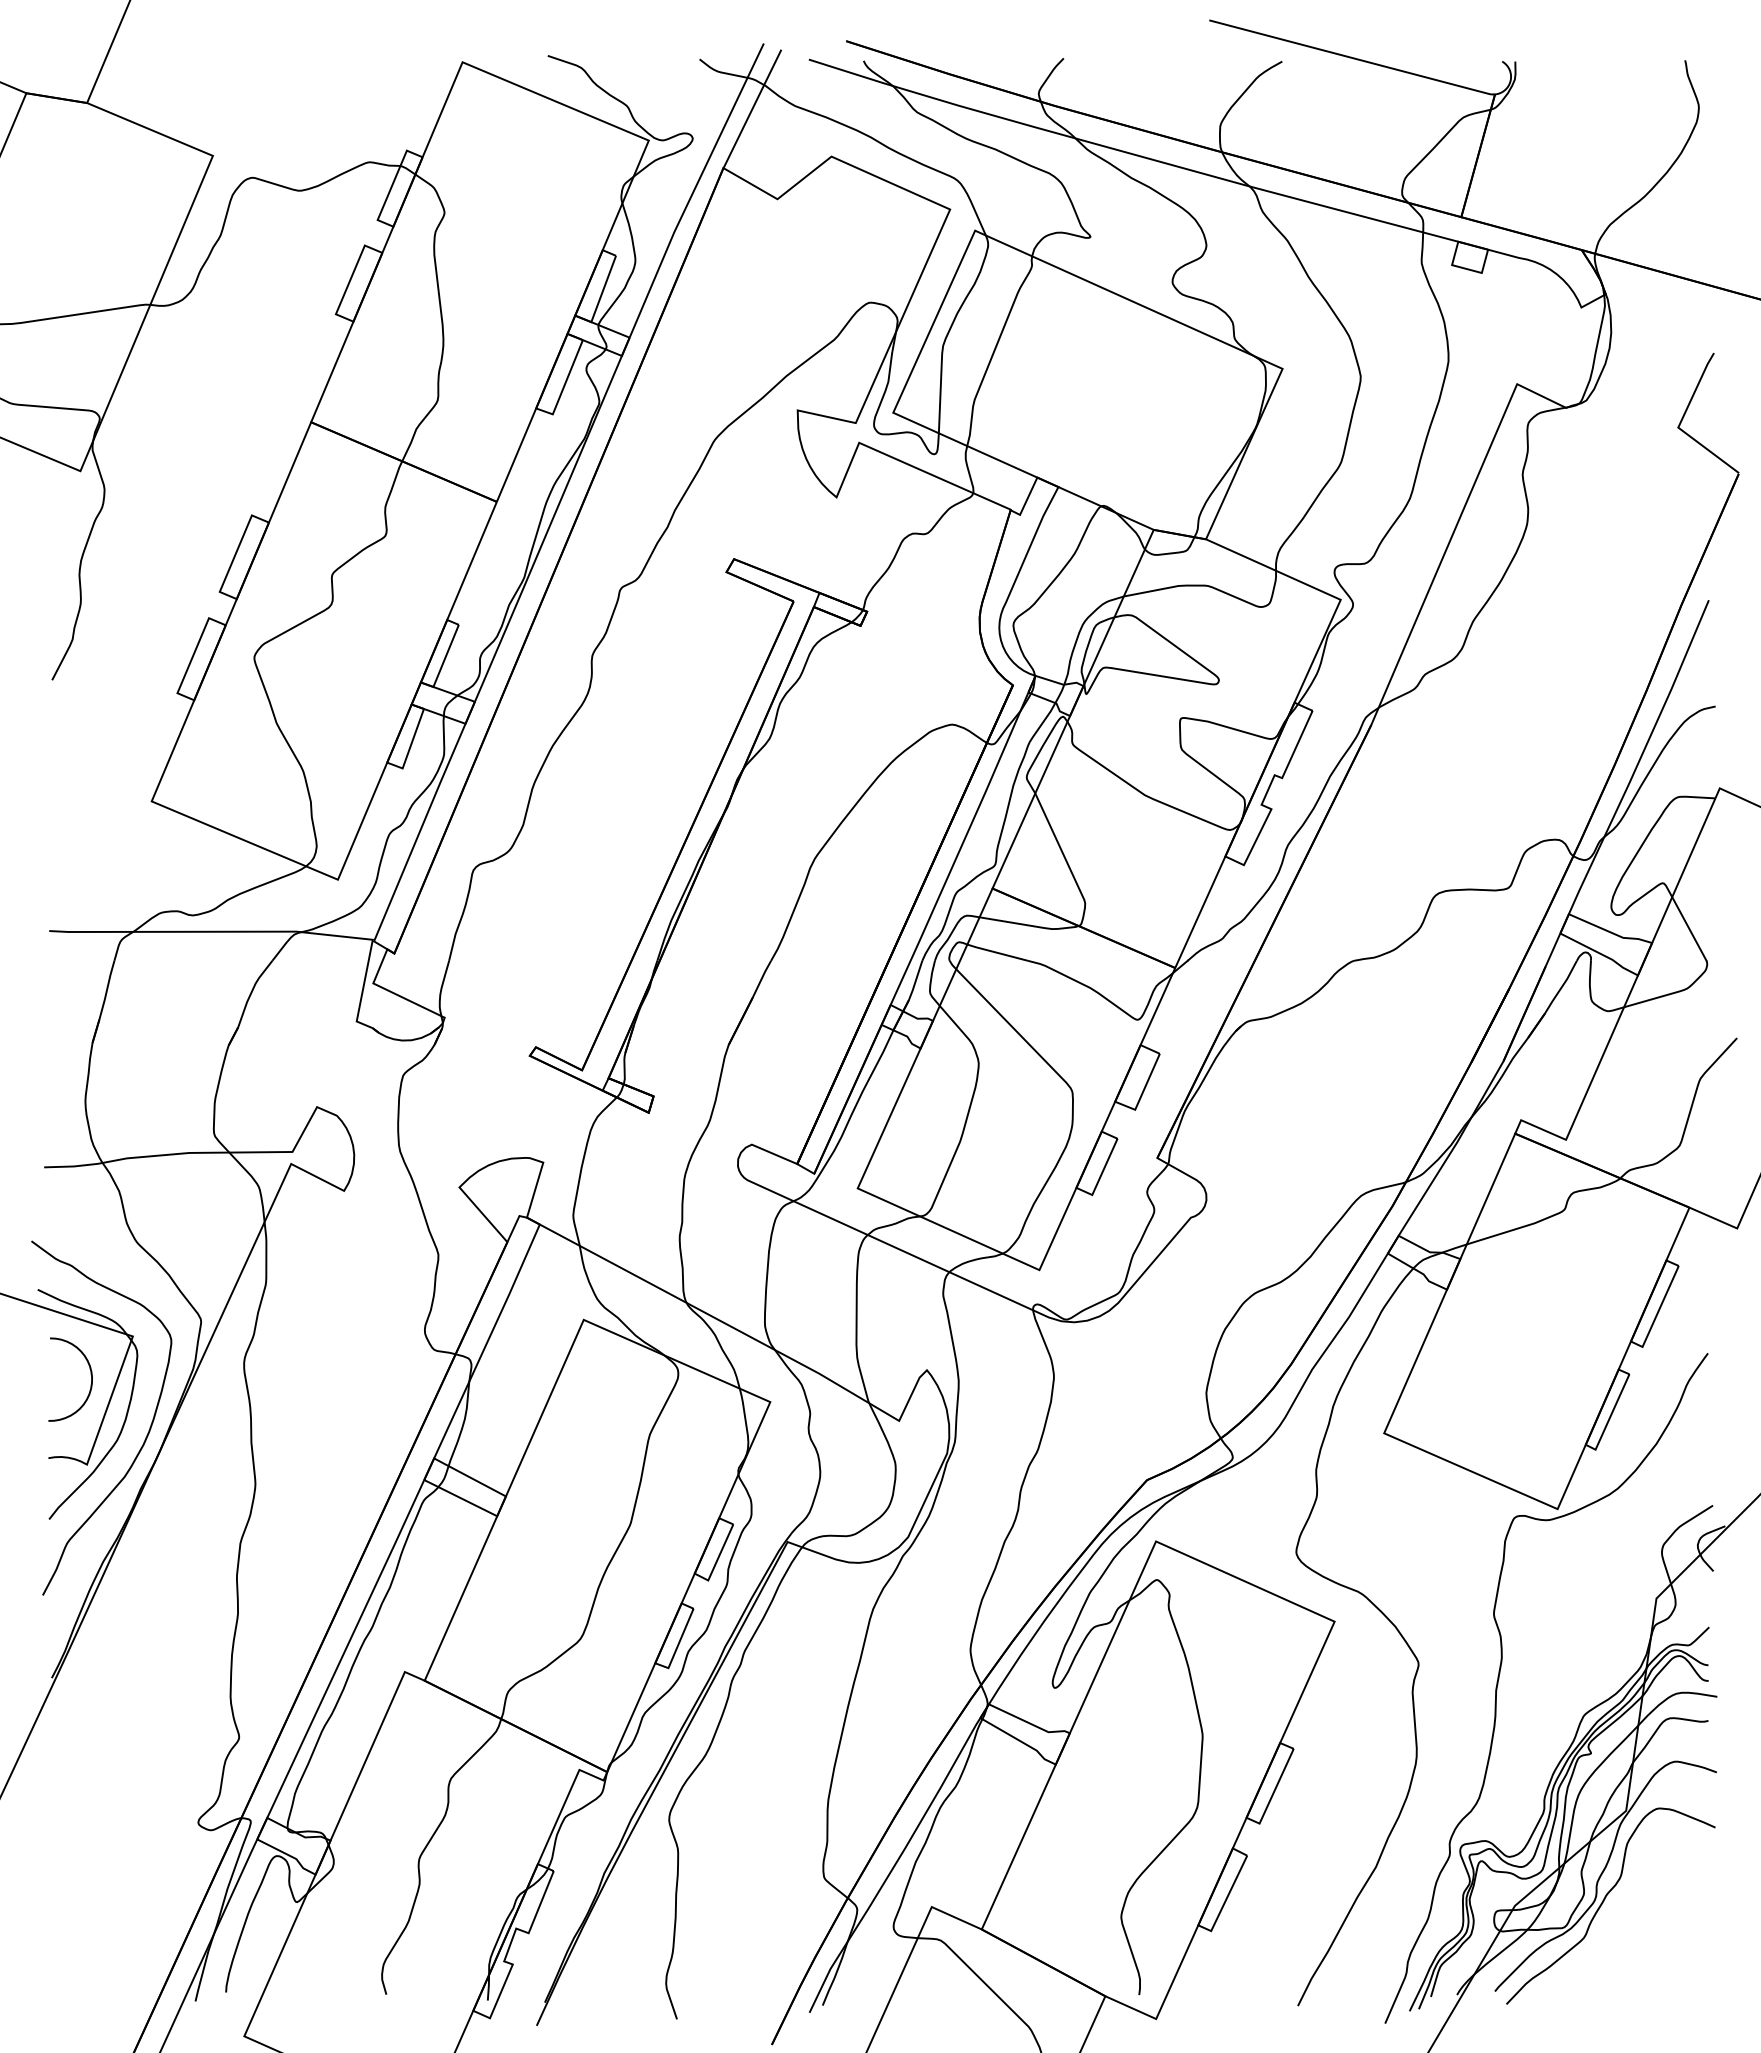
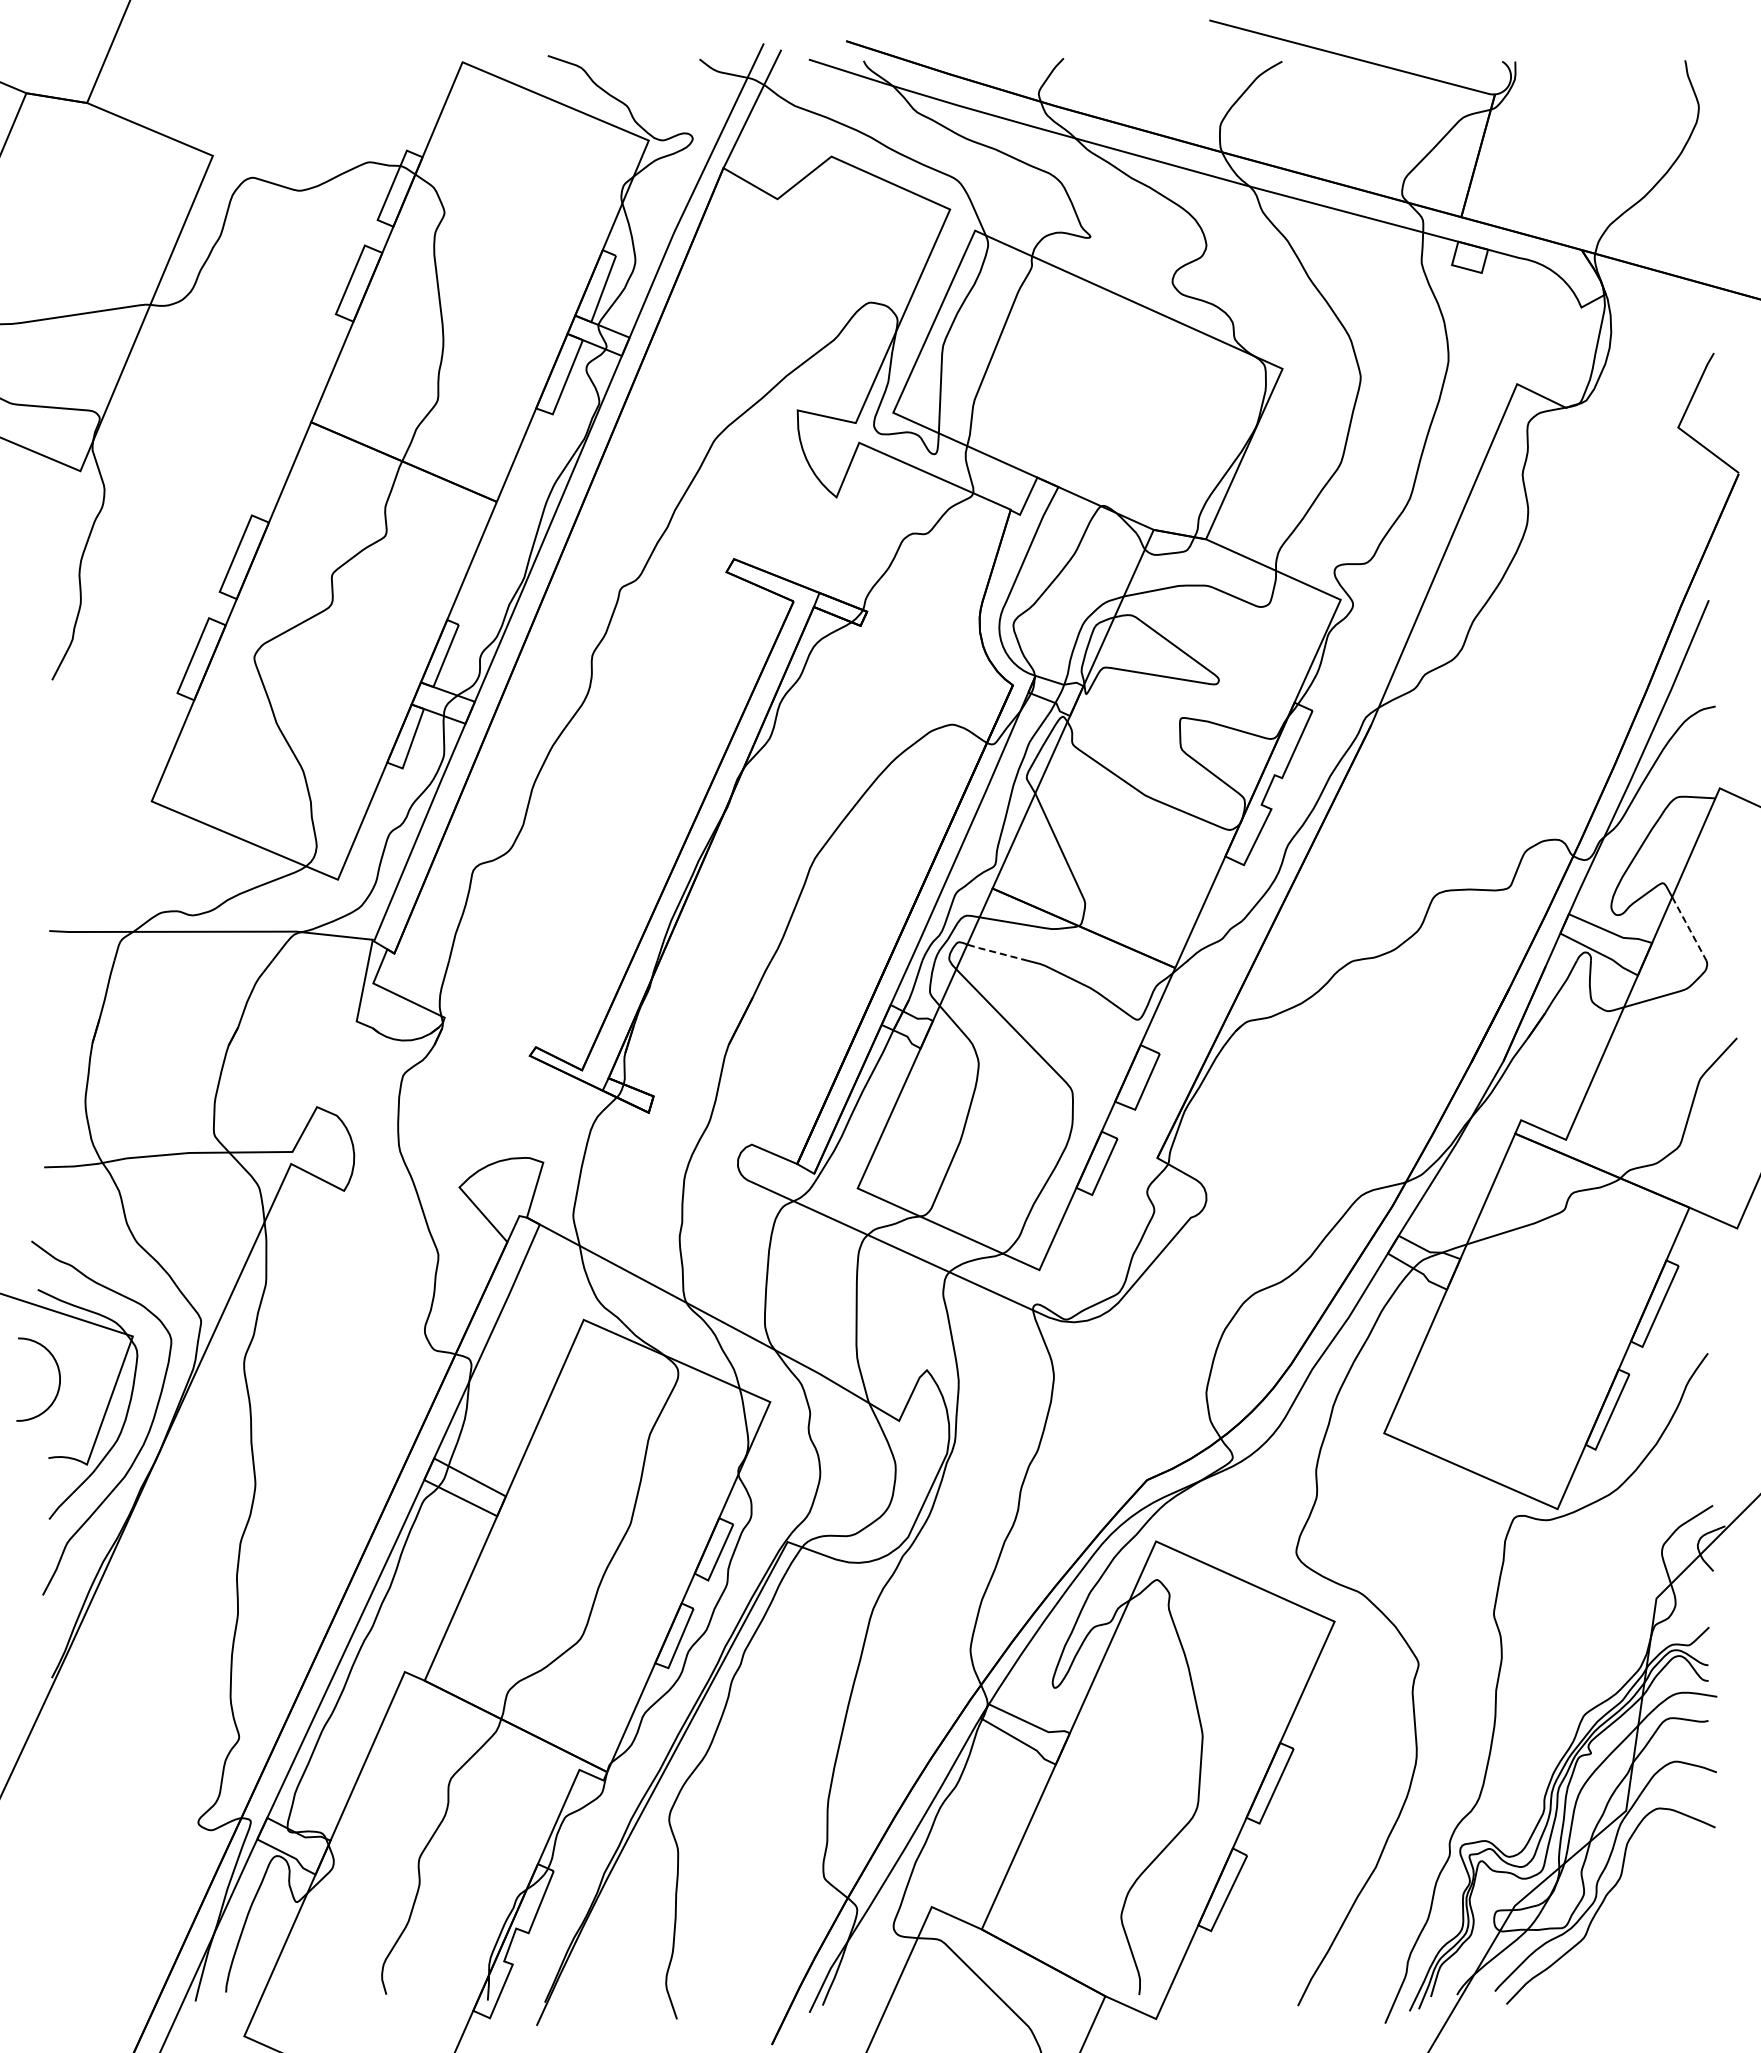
line at (1689, 929): solid -> dashed
line at (996, 952): solid -> dashed
curve at (90, 1374) position: (90, 1374) -> (58, 1374)
